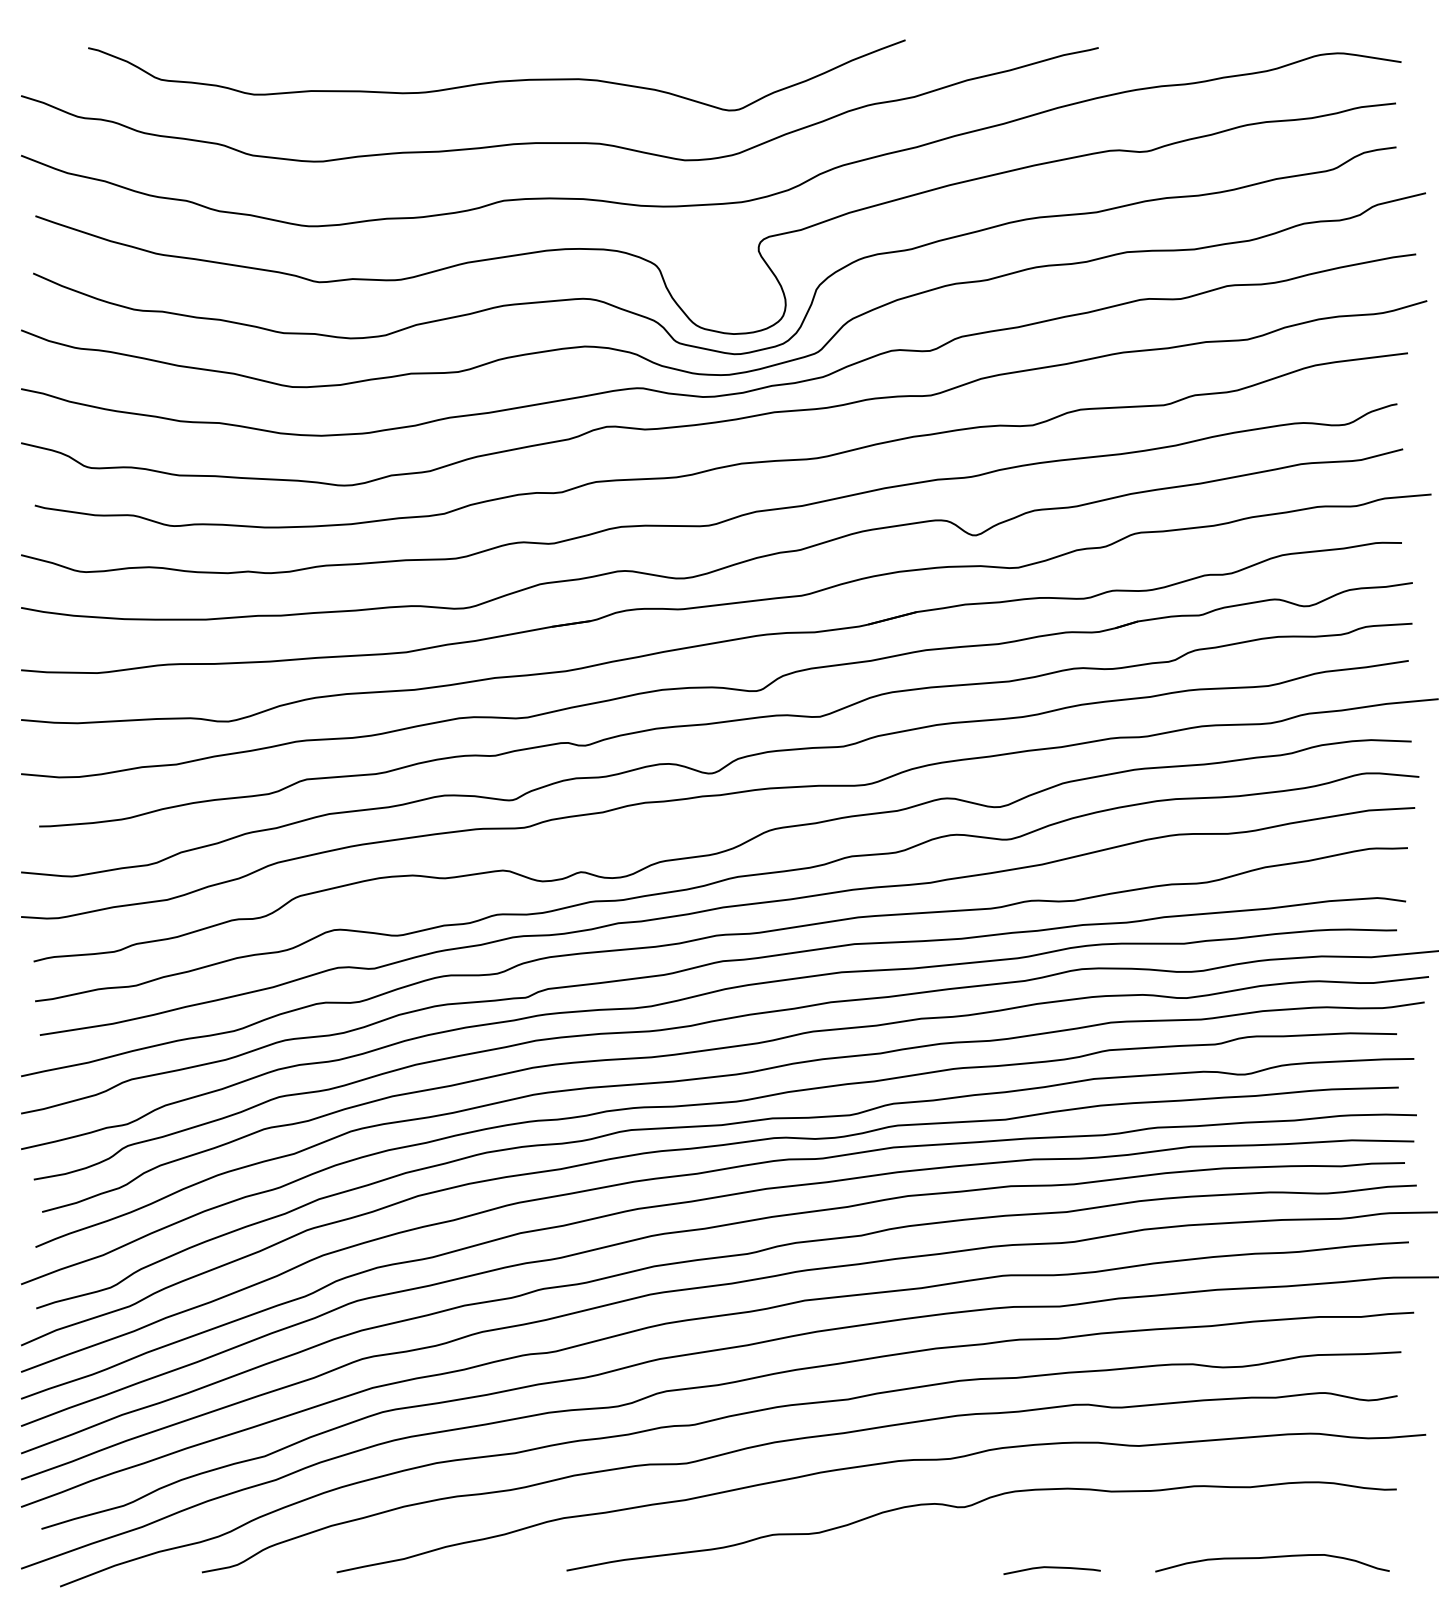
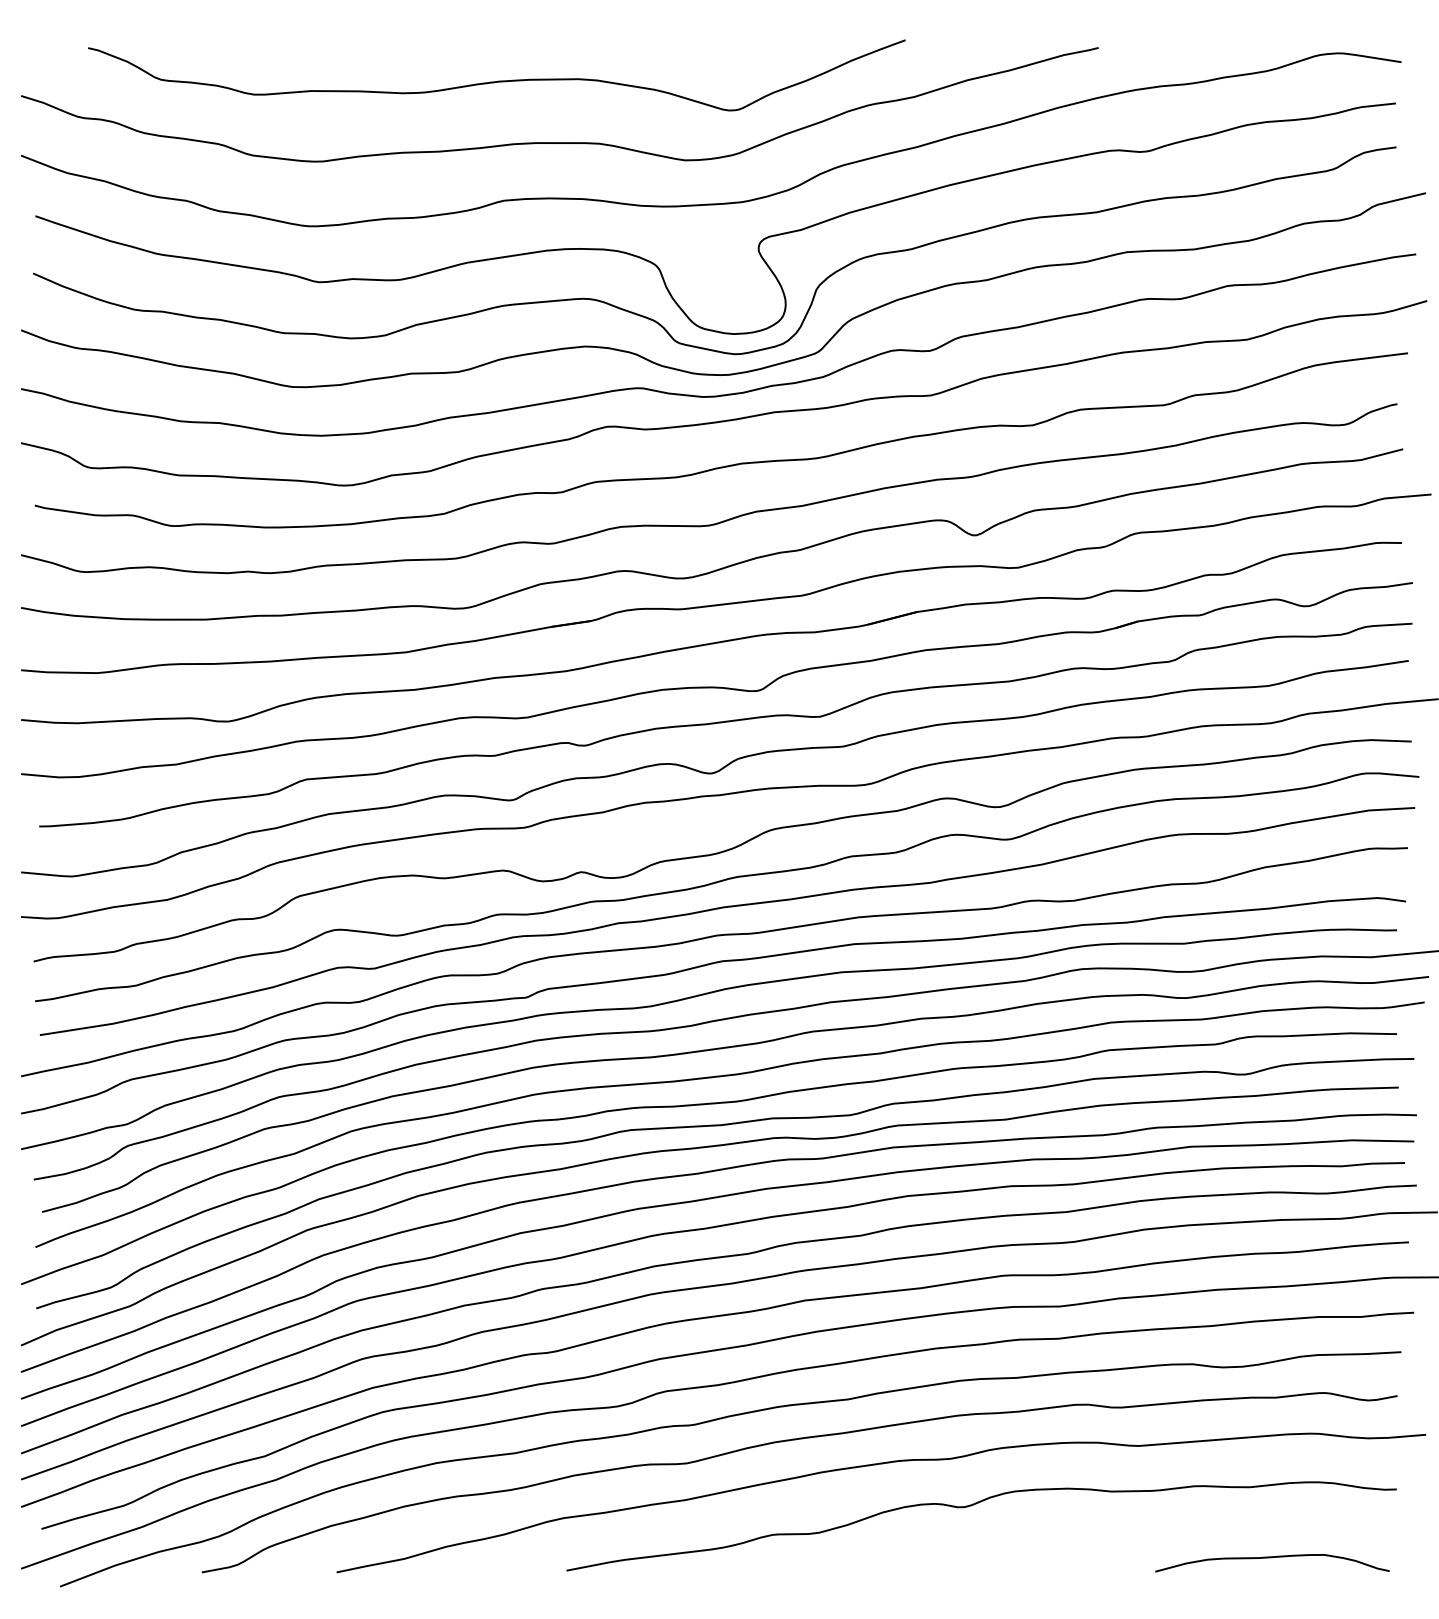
curve at (1051, 1568): present -> none
